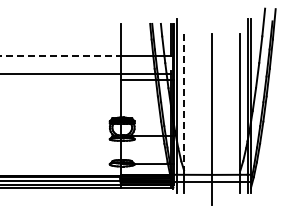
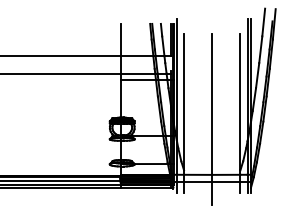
line at (60, 56): dashed -> solid
line at (184, 102): dashed -> solid
